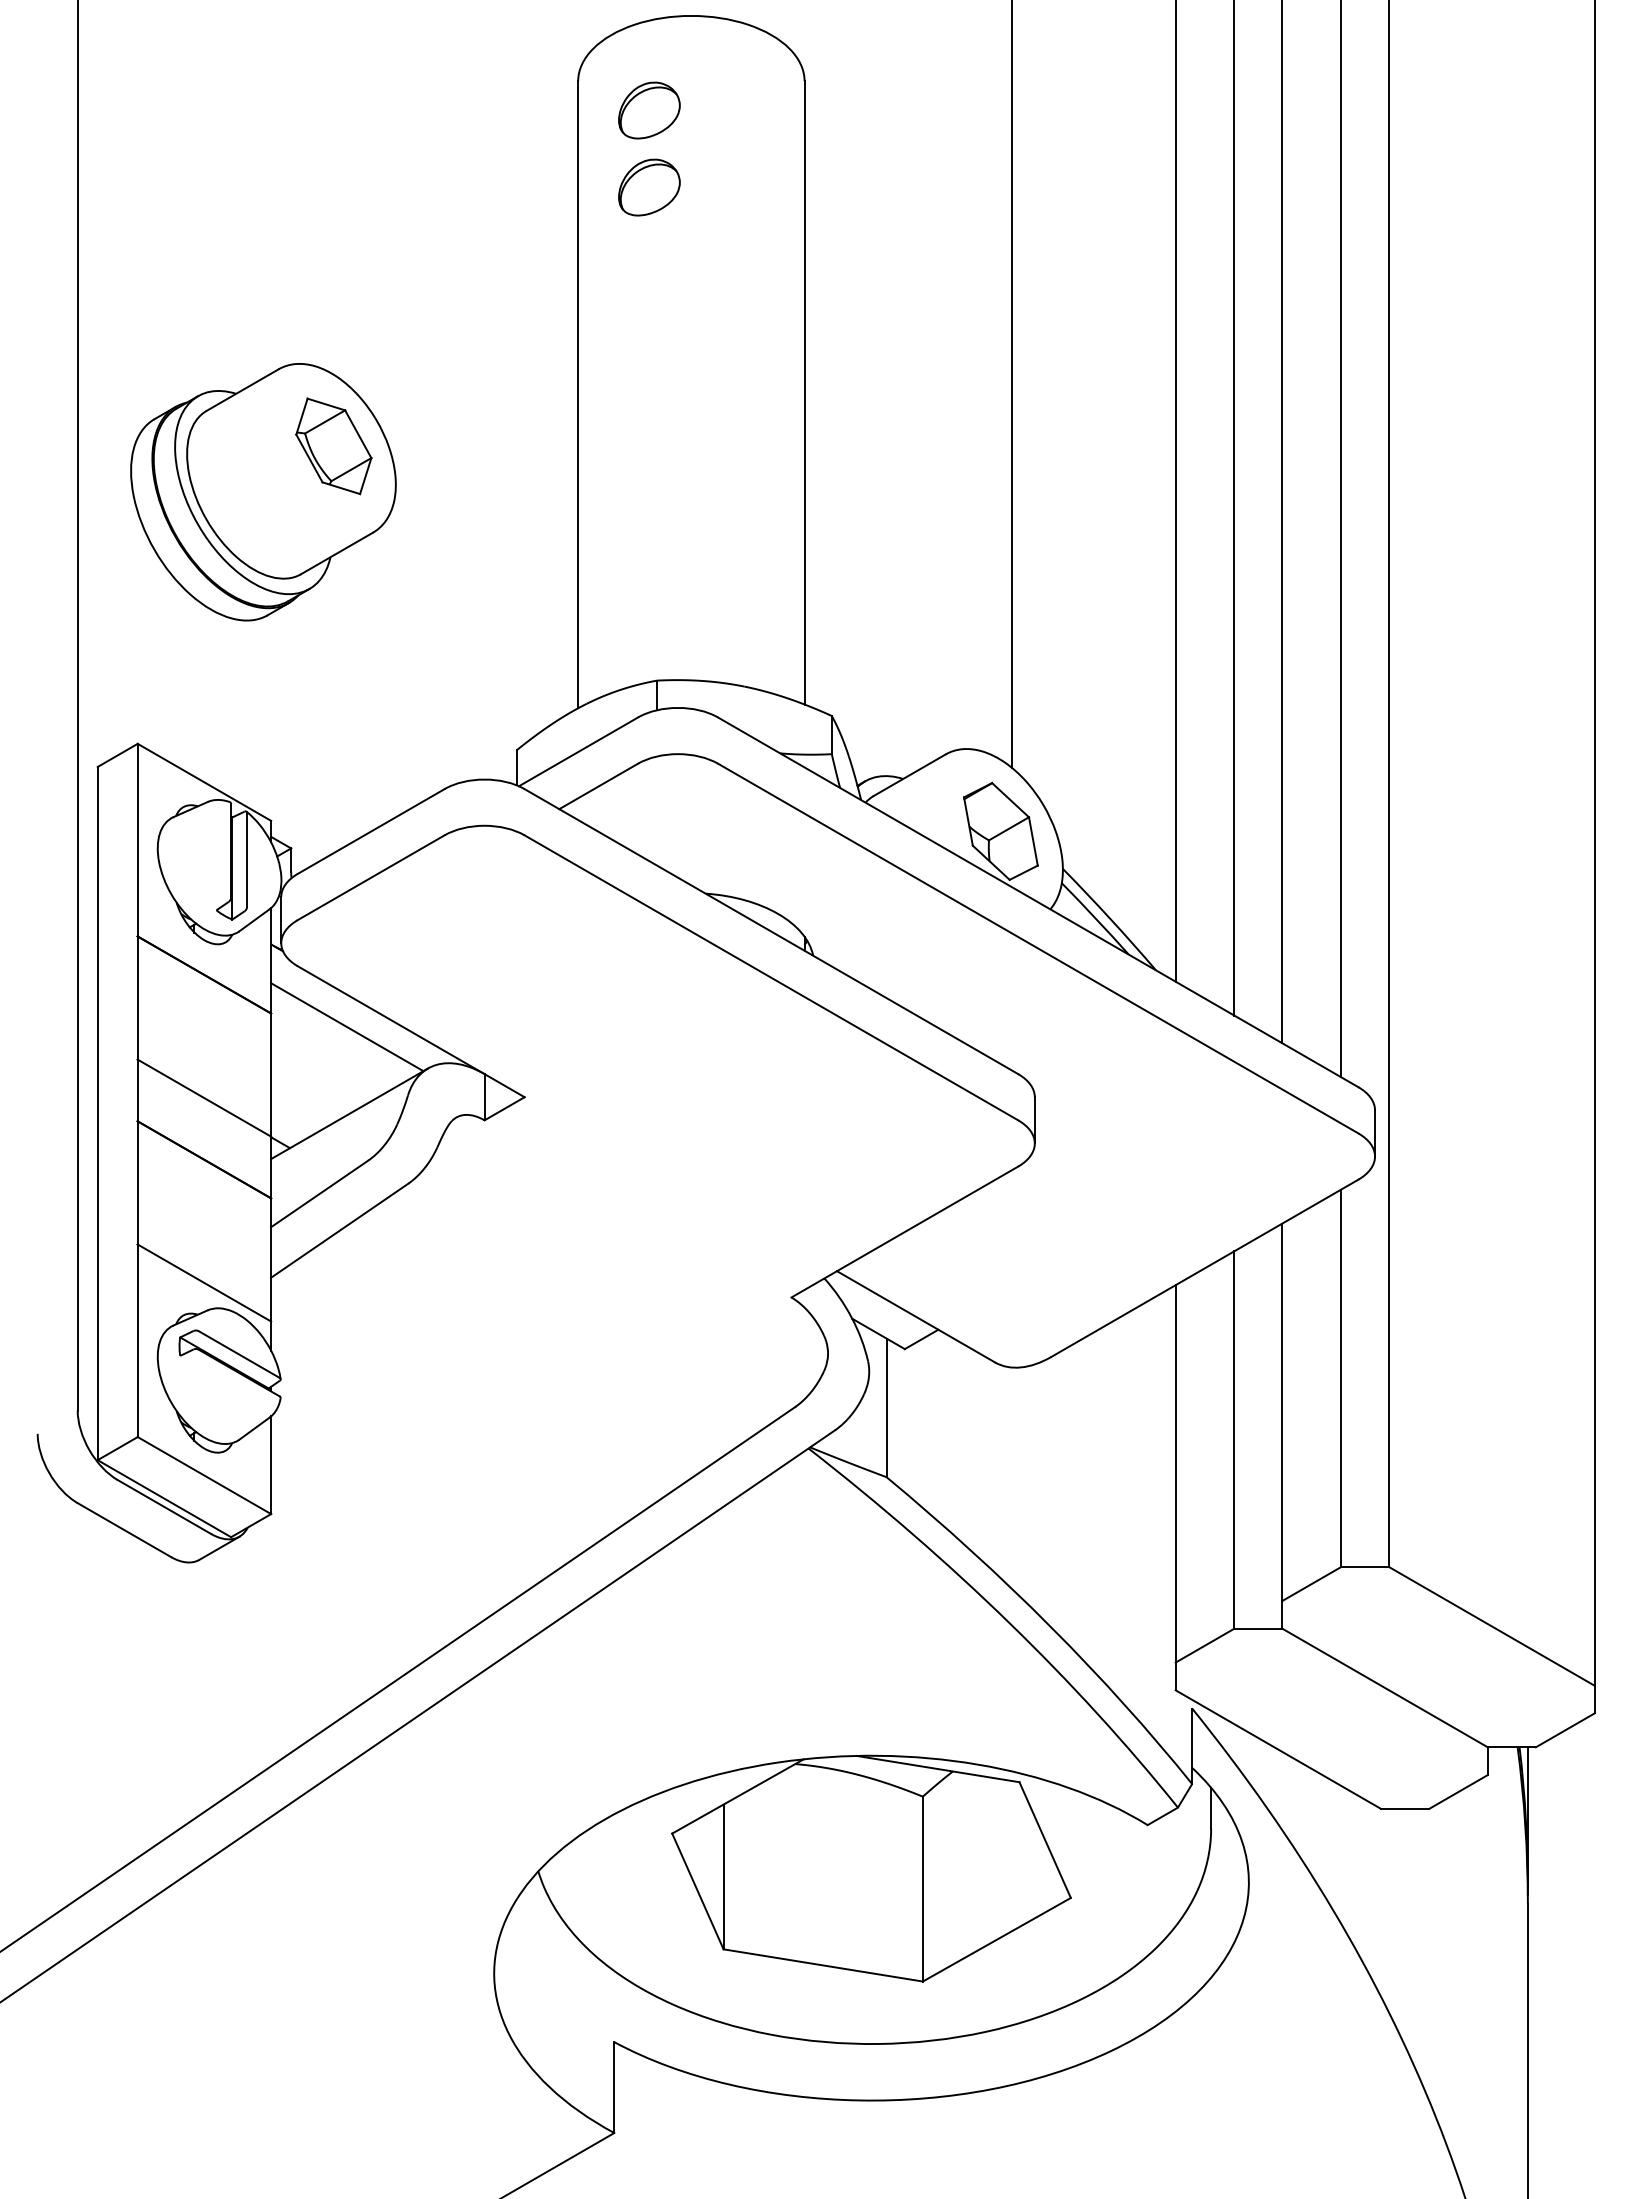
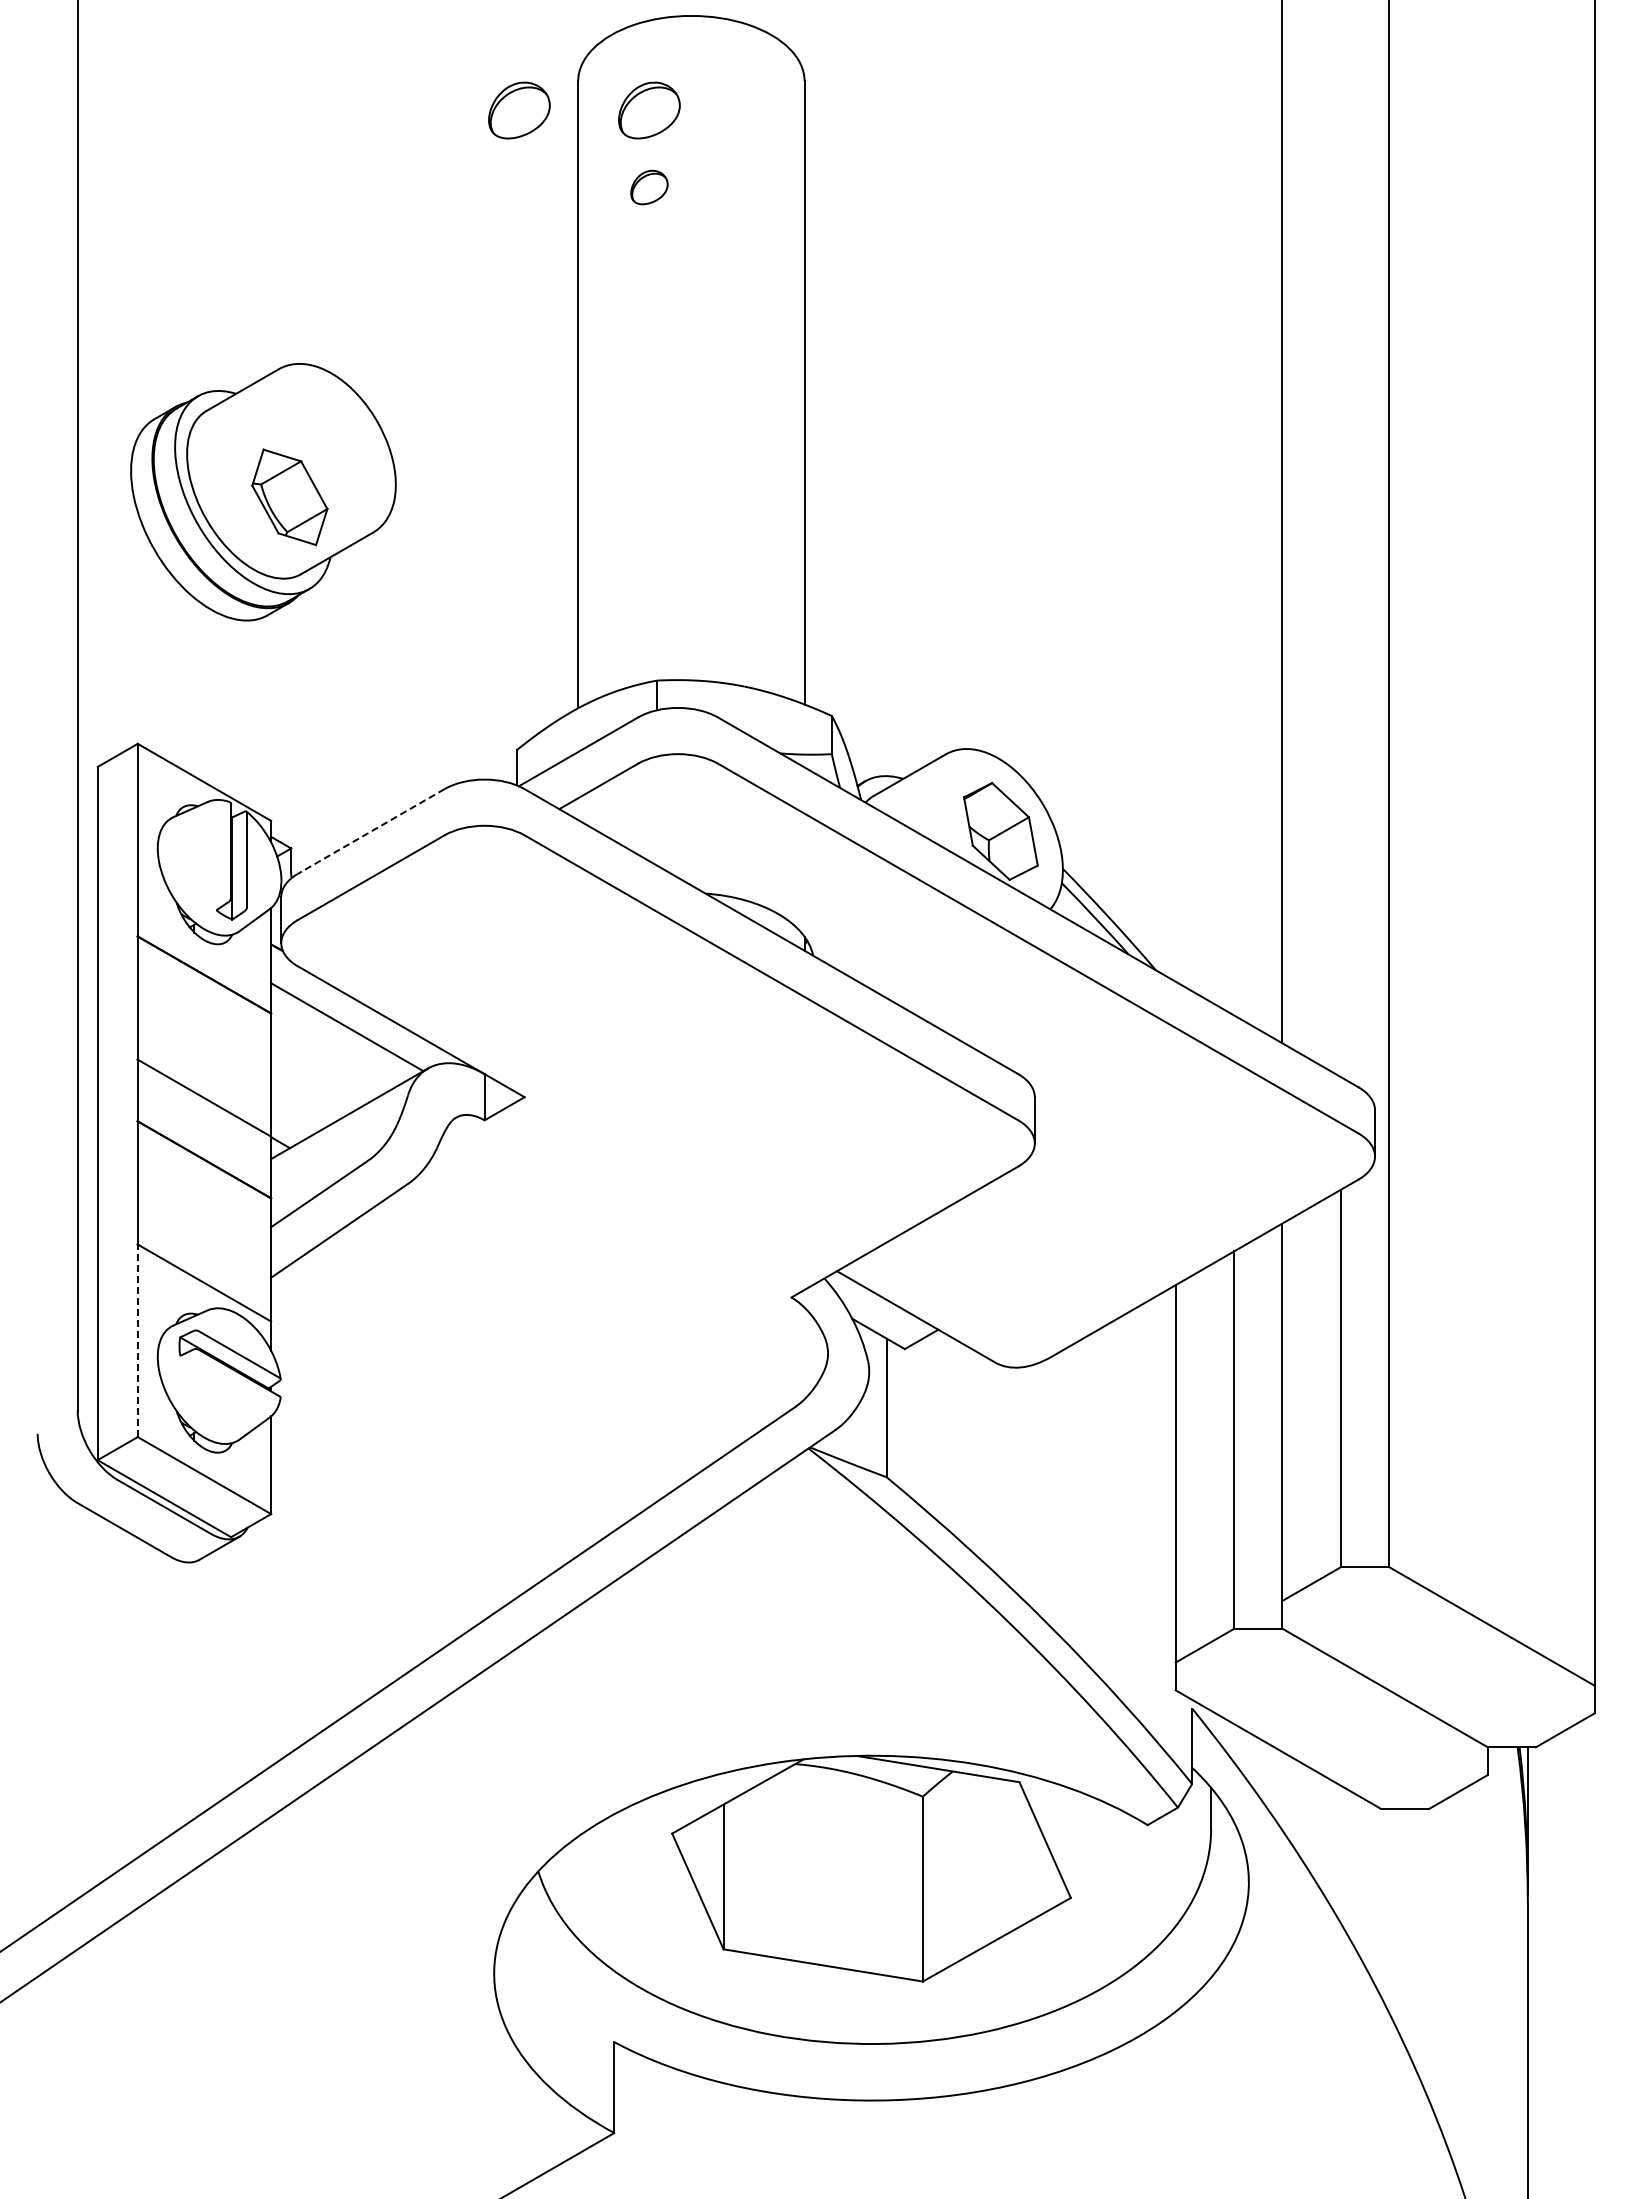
part at (519, 110): none -> present
part at (649, 187) size: 63x59 px -> 39x37 px
line at (1011, 384): present -> none
part at (333, 446) position: (333, 446) -> (289, 497)
line at (1175, 491): present -> none
line at (1234, 508): present -> none
line at (1341, 539): present -> none
line at (371, 831): solid -> dashed
line at (137, 1340): solid -> dashed
